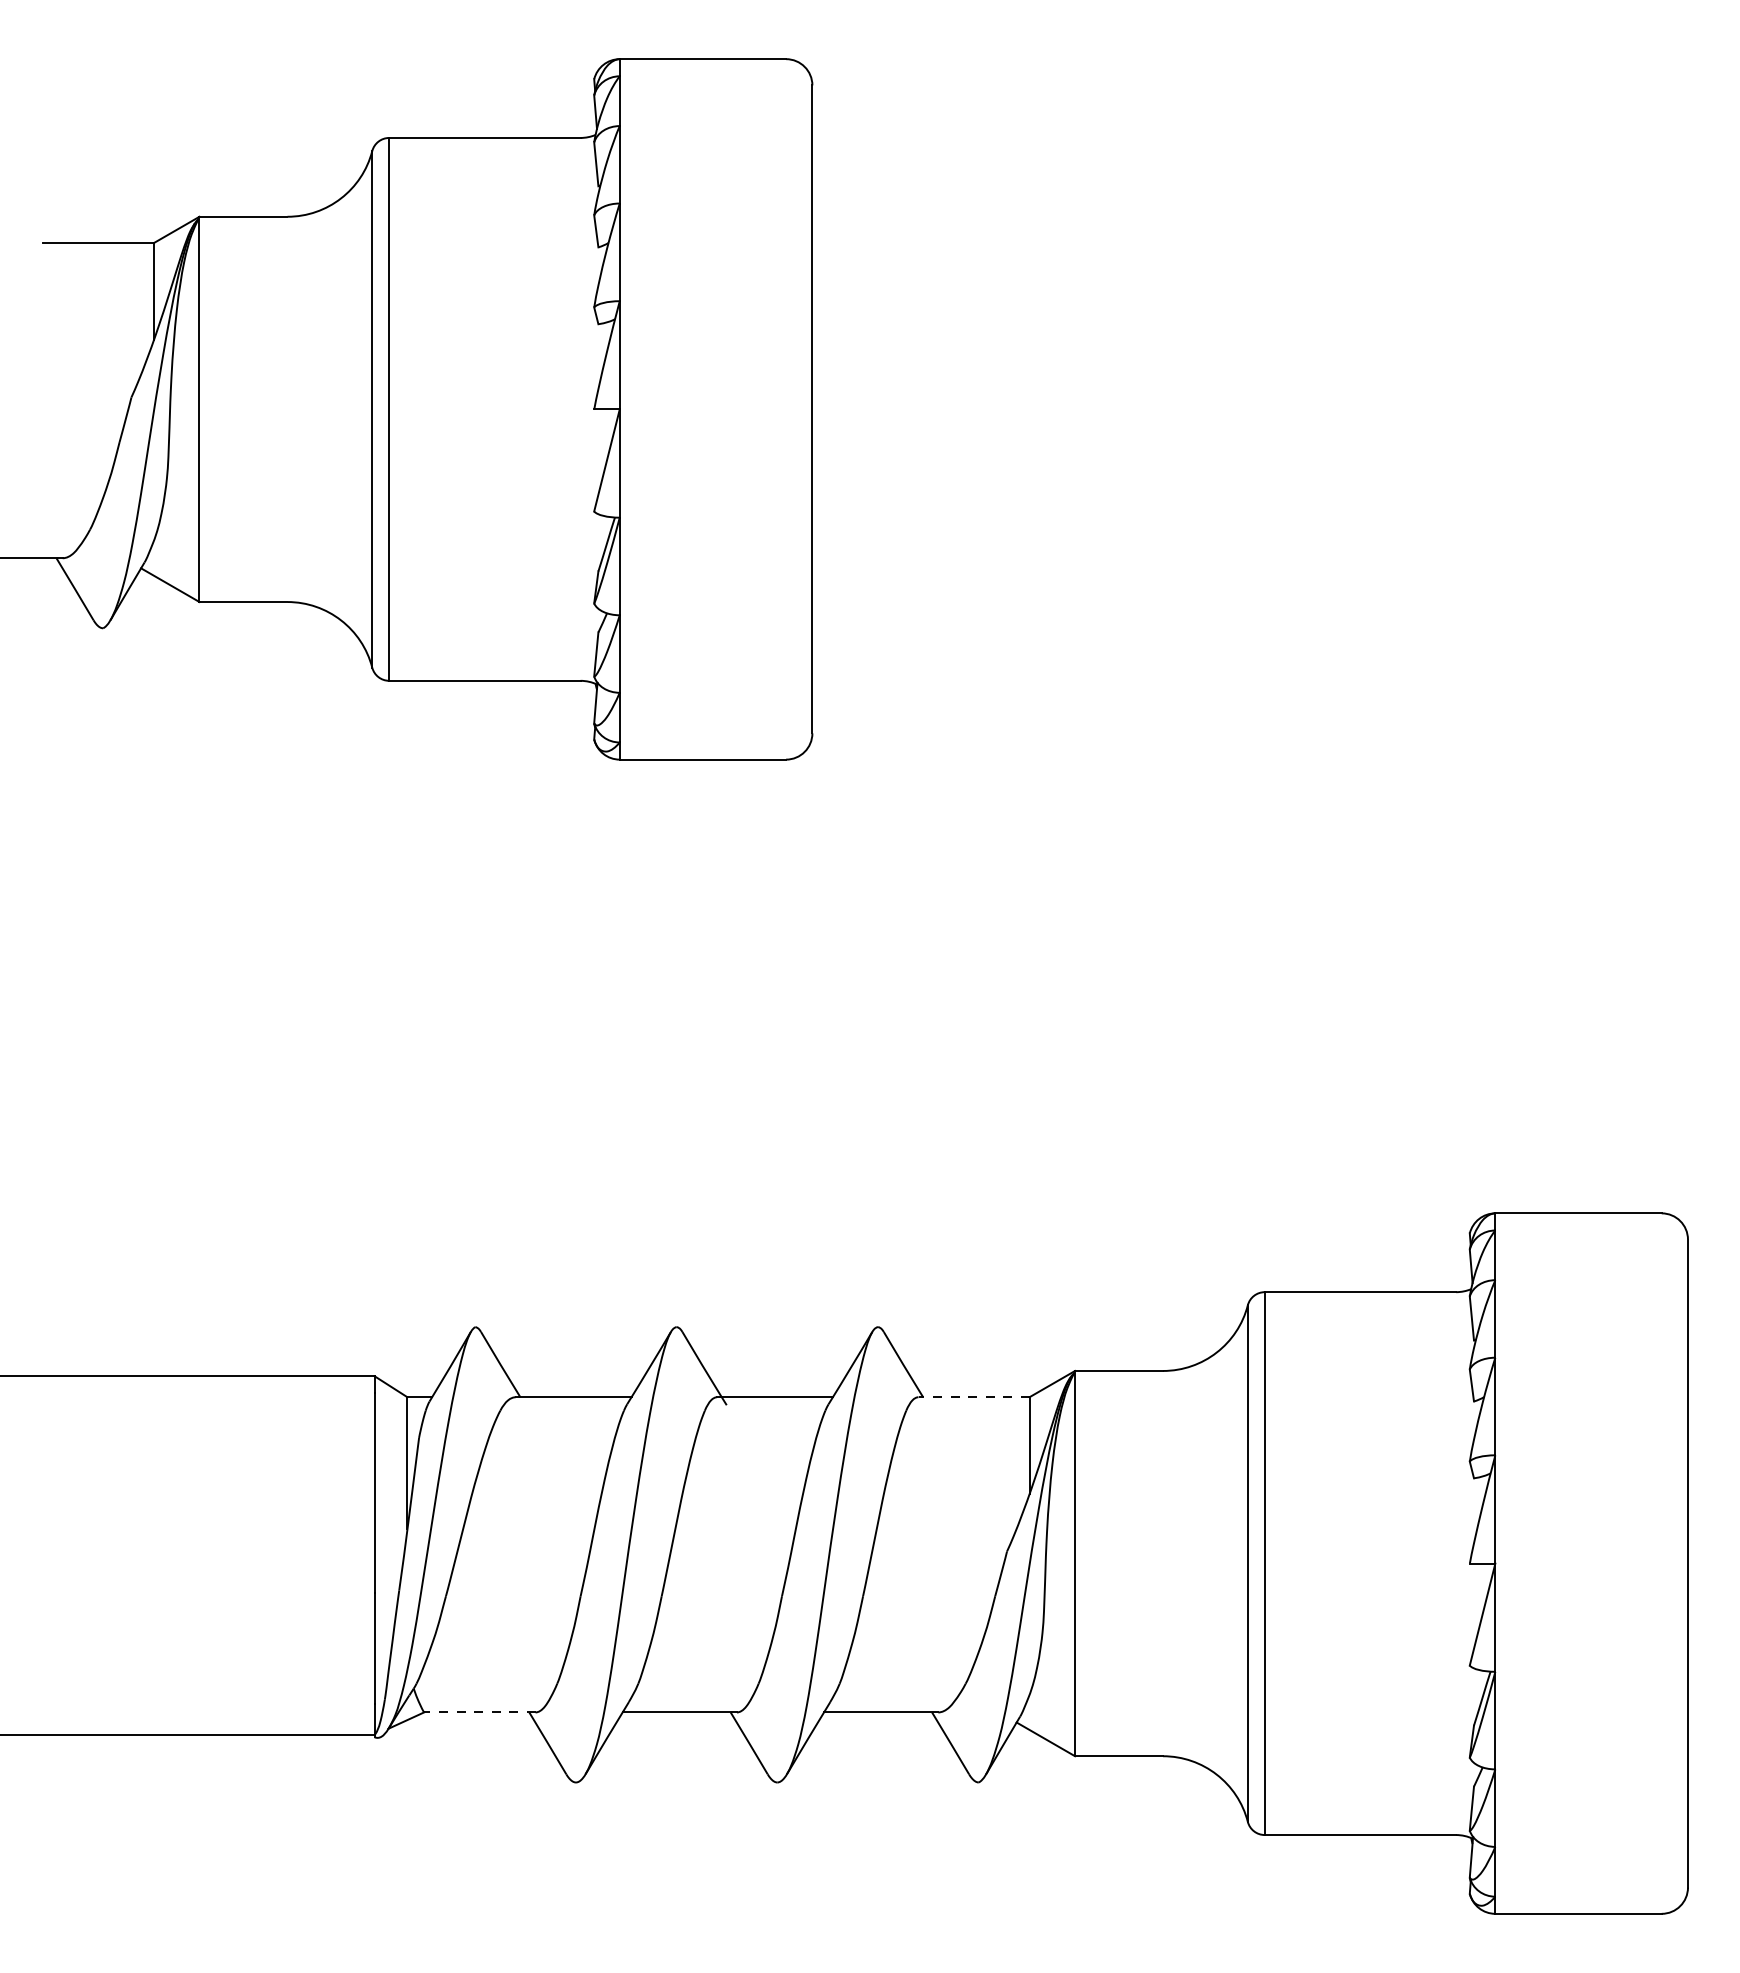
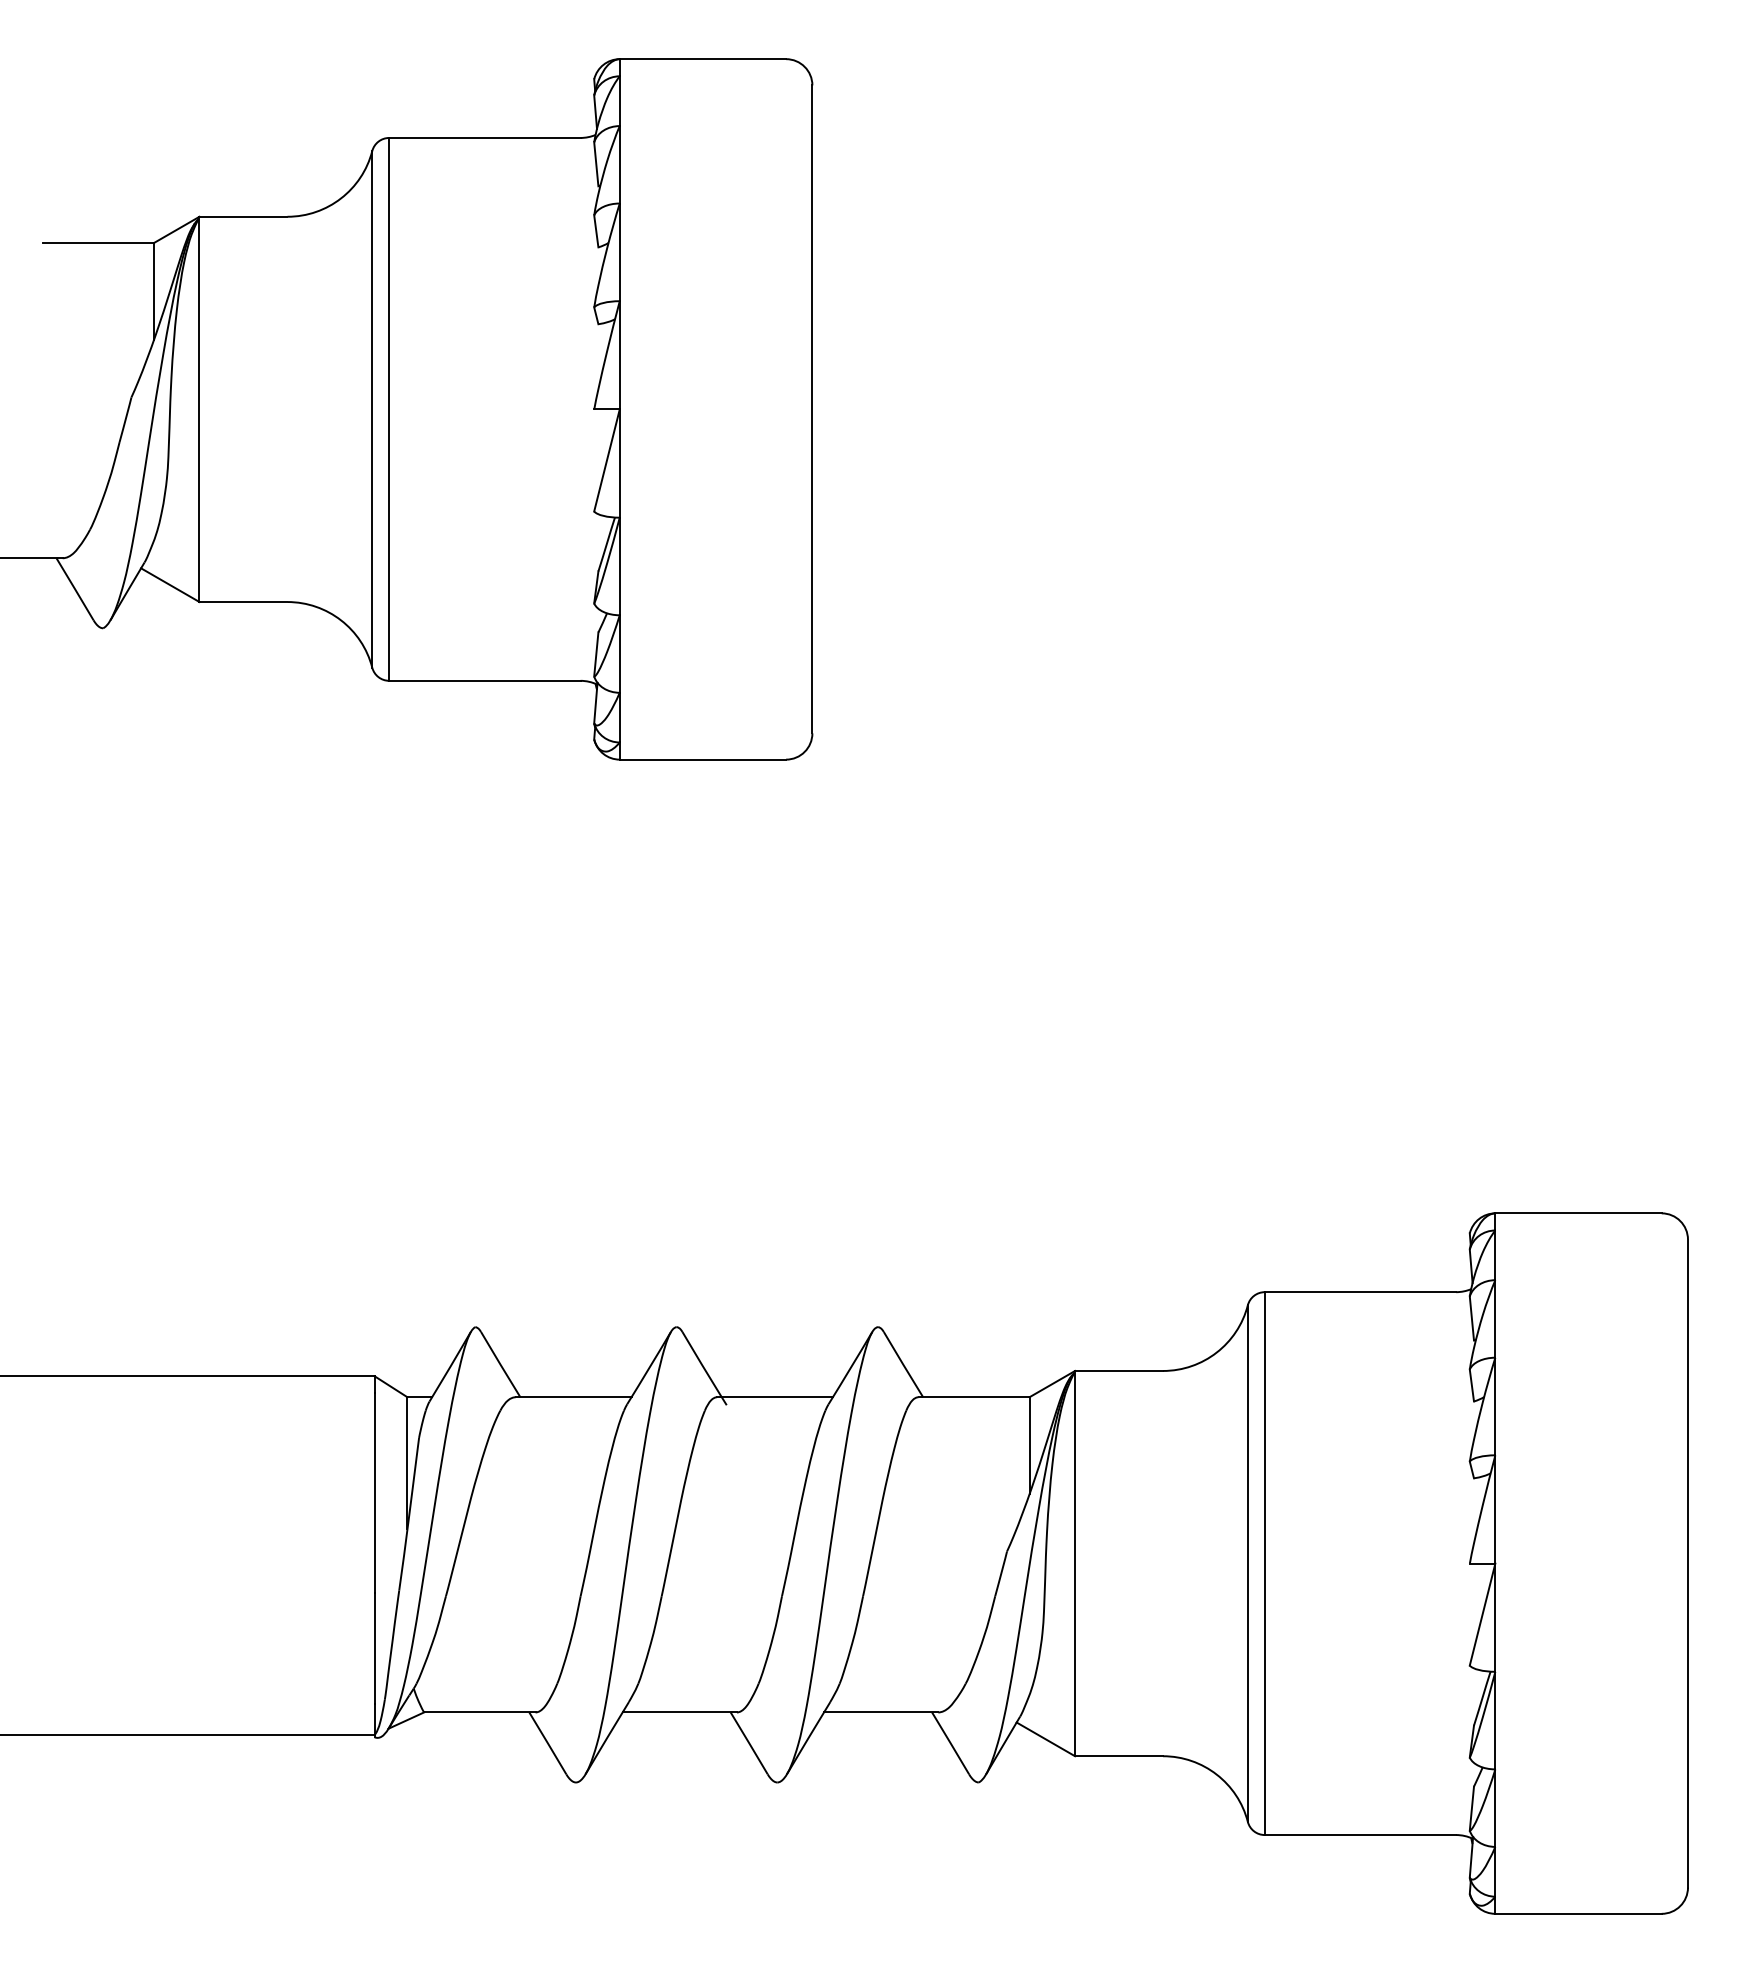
line at (974, 1397): dashed -> solid
line at (479, 1712): dashed -> solid
